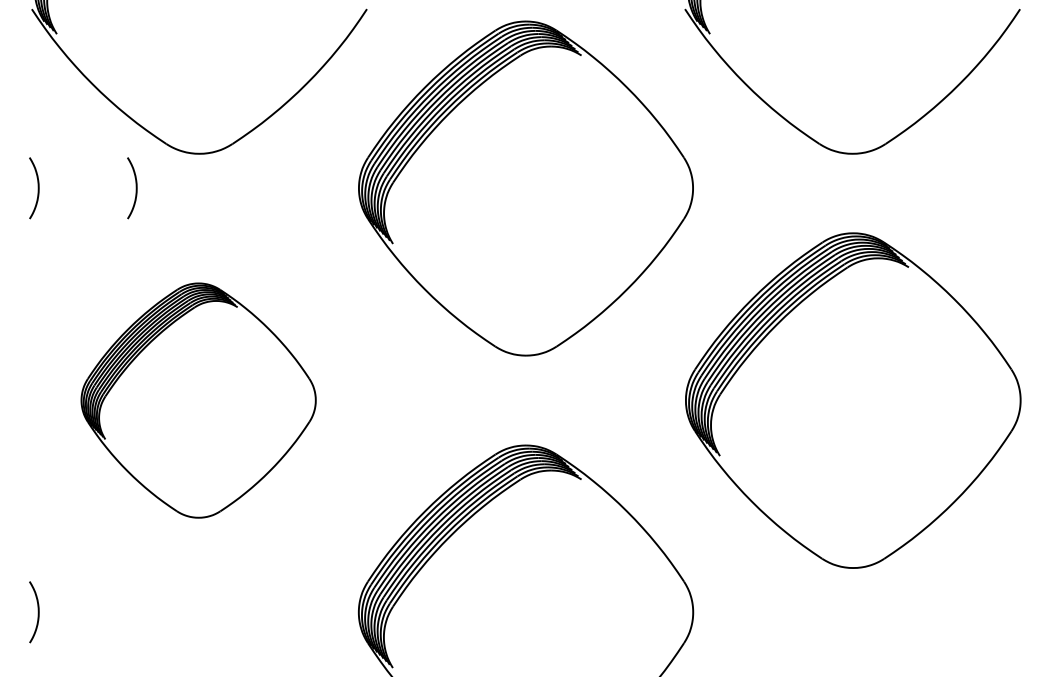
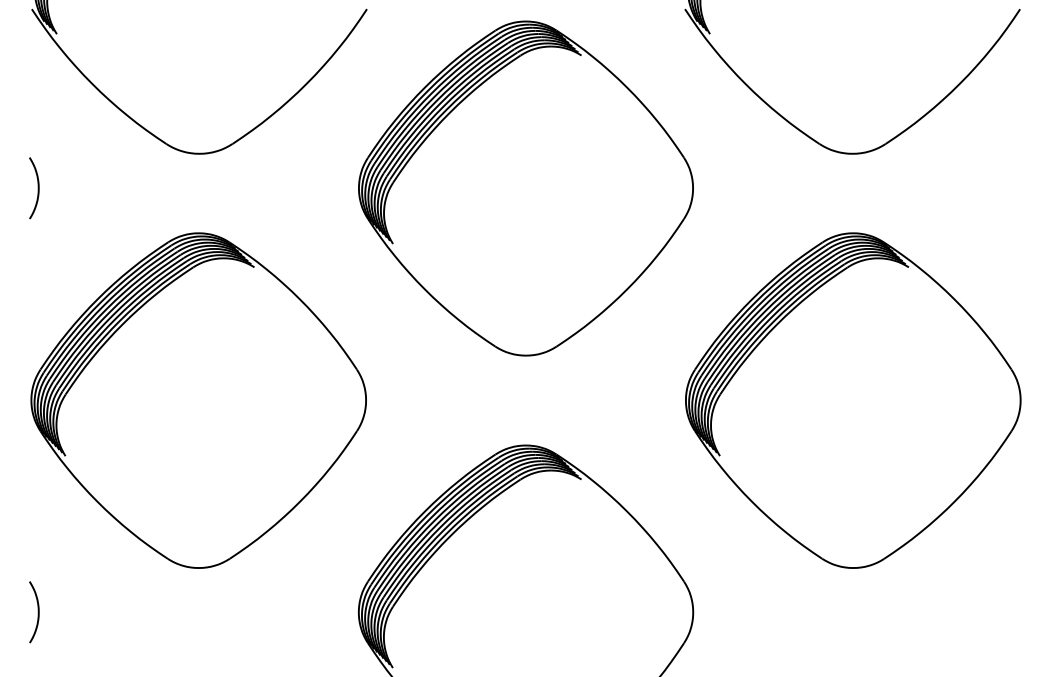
curve at (135, 188): present -> none
part at (198, 400) size: 237x237 px -> 337x337 px
